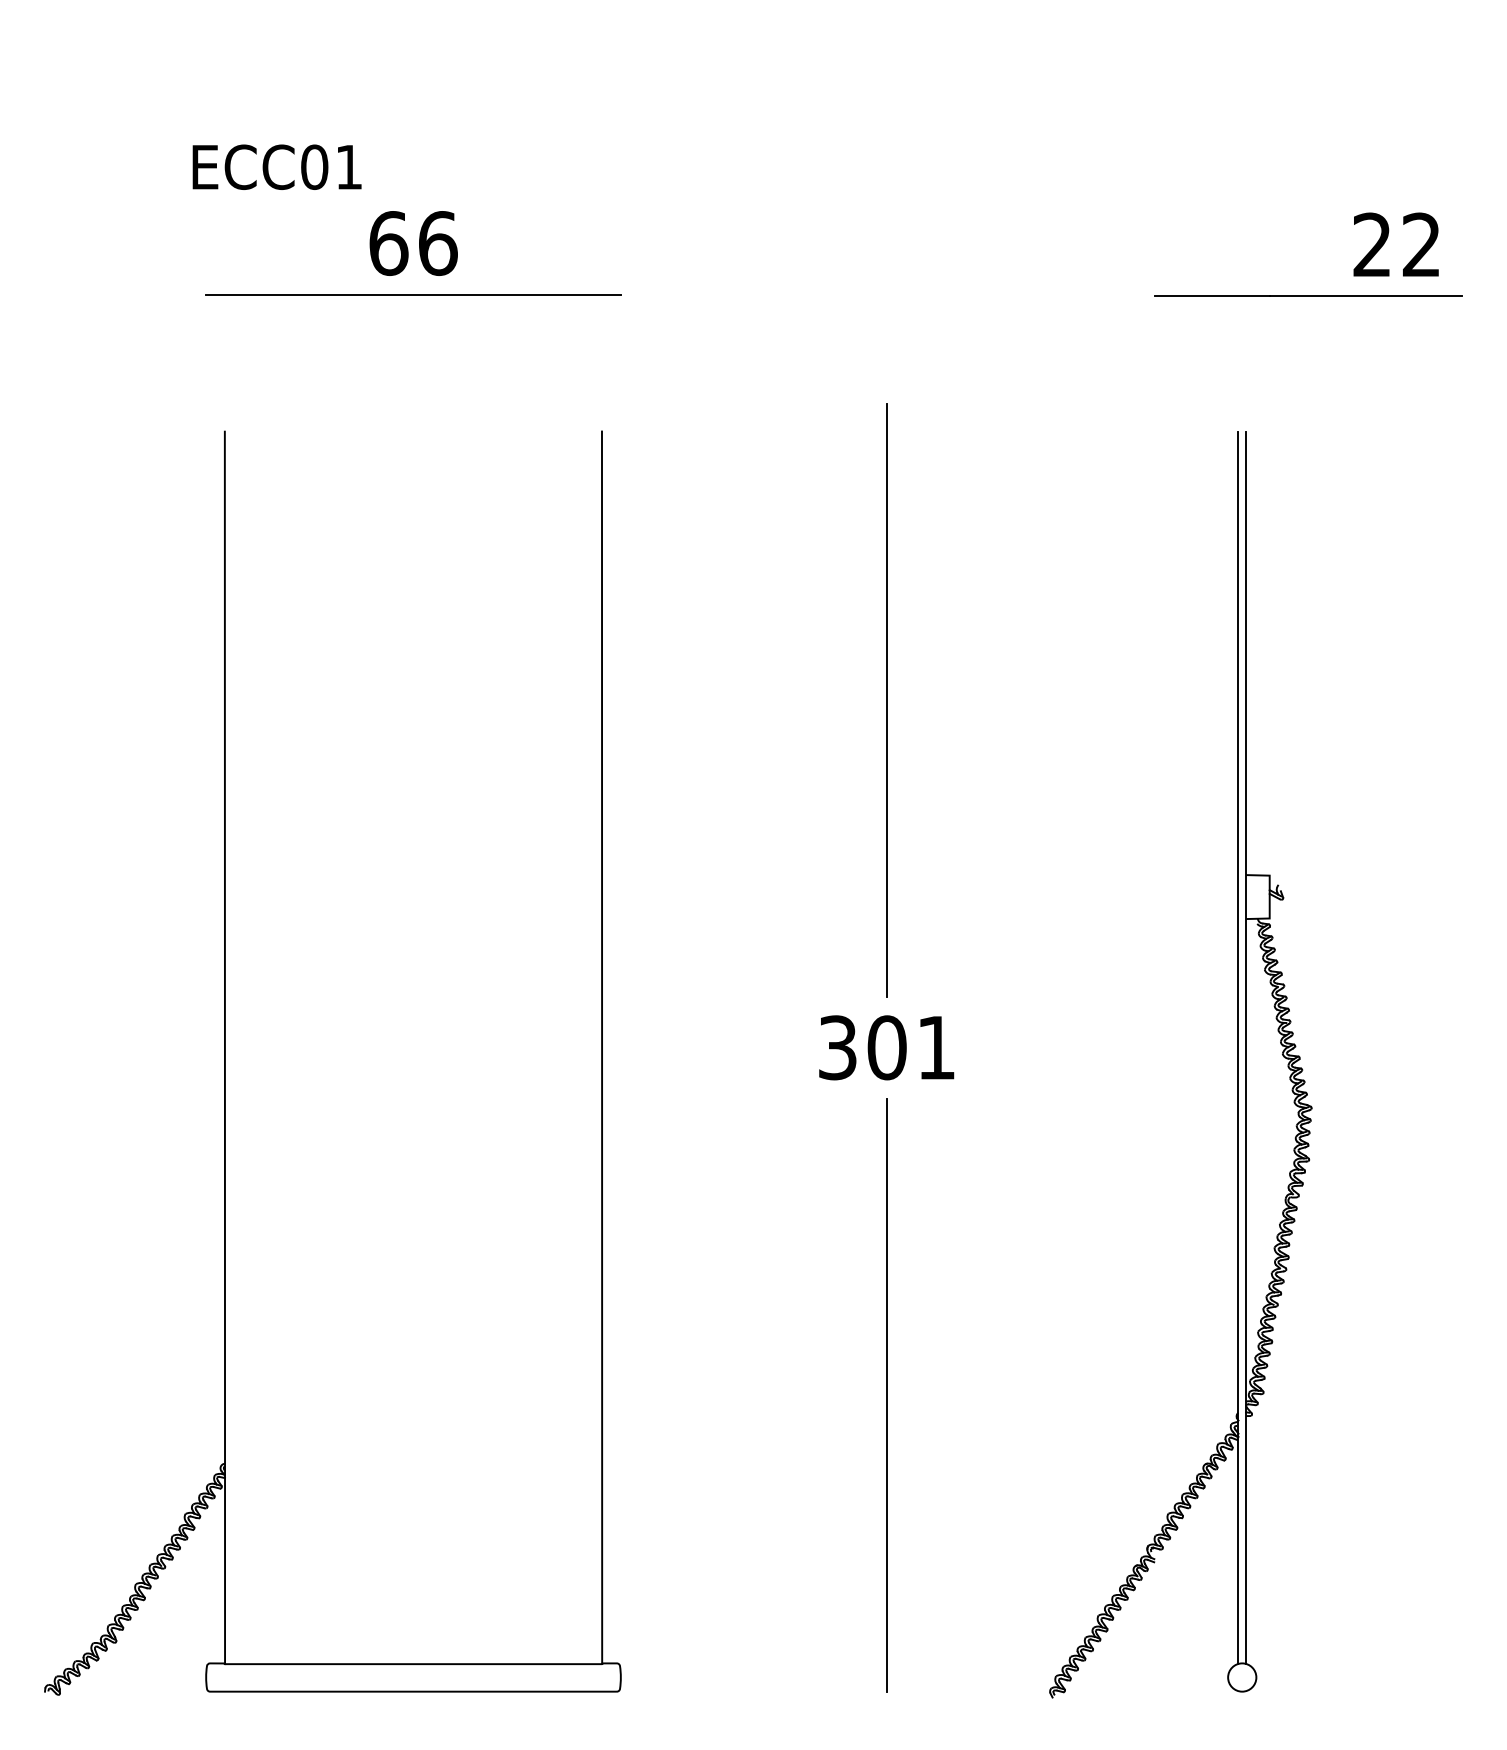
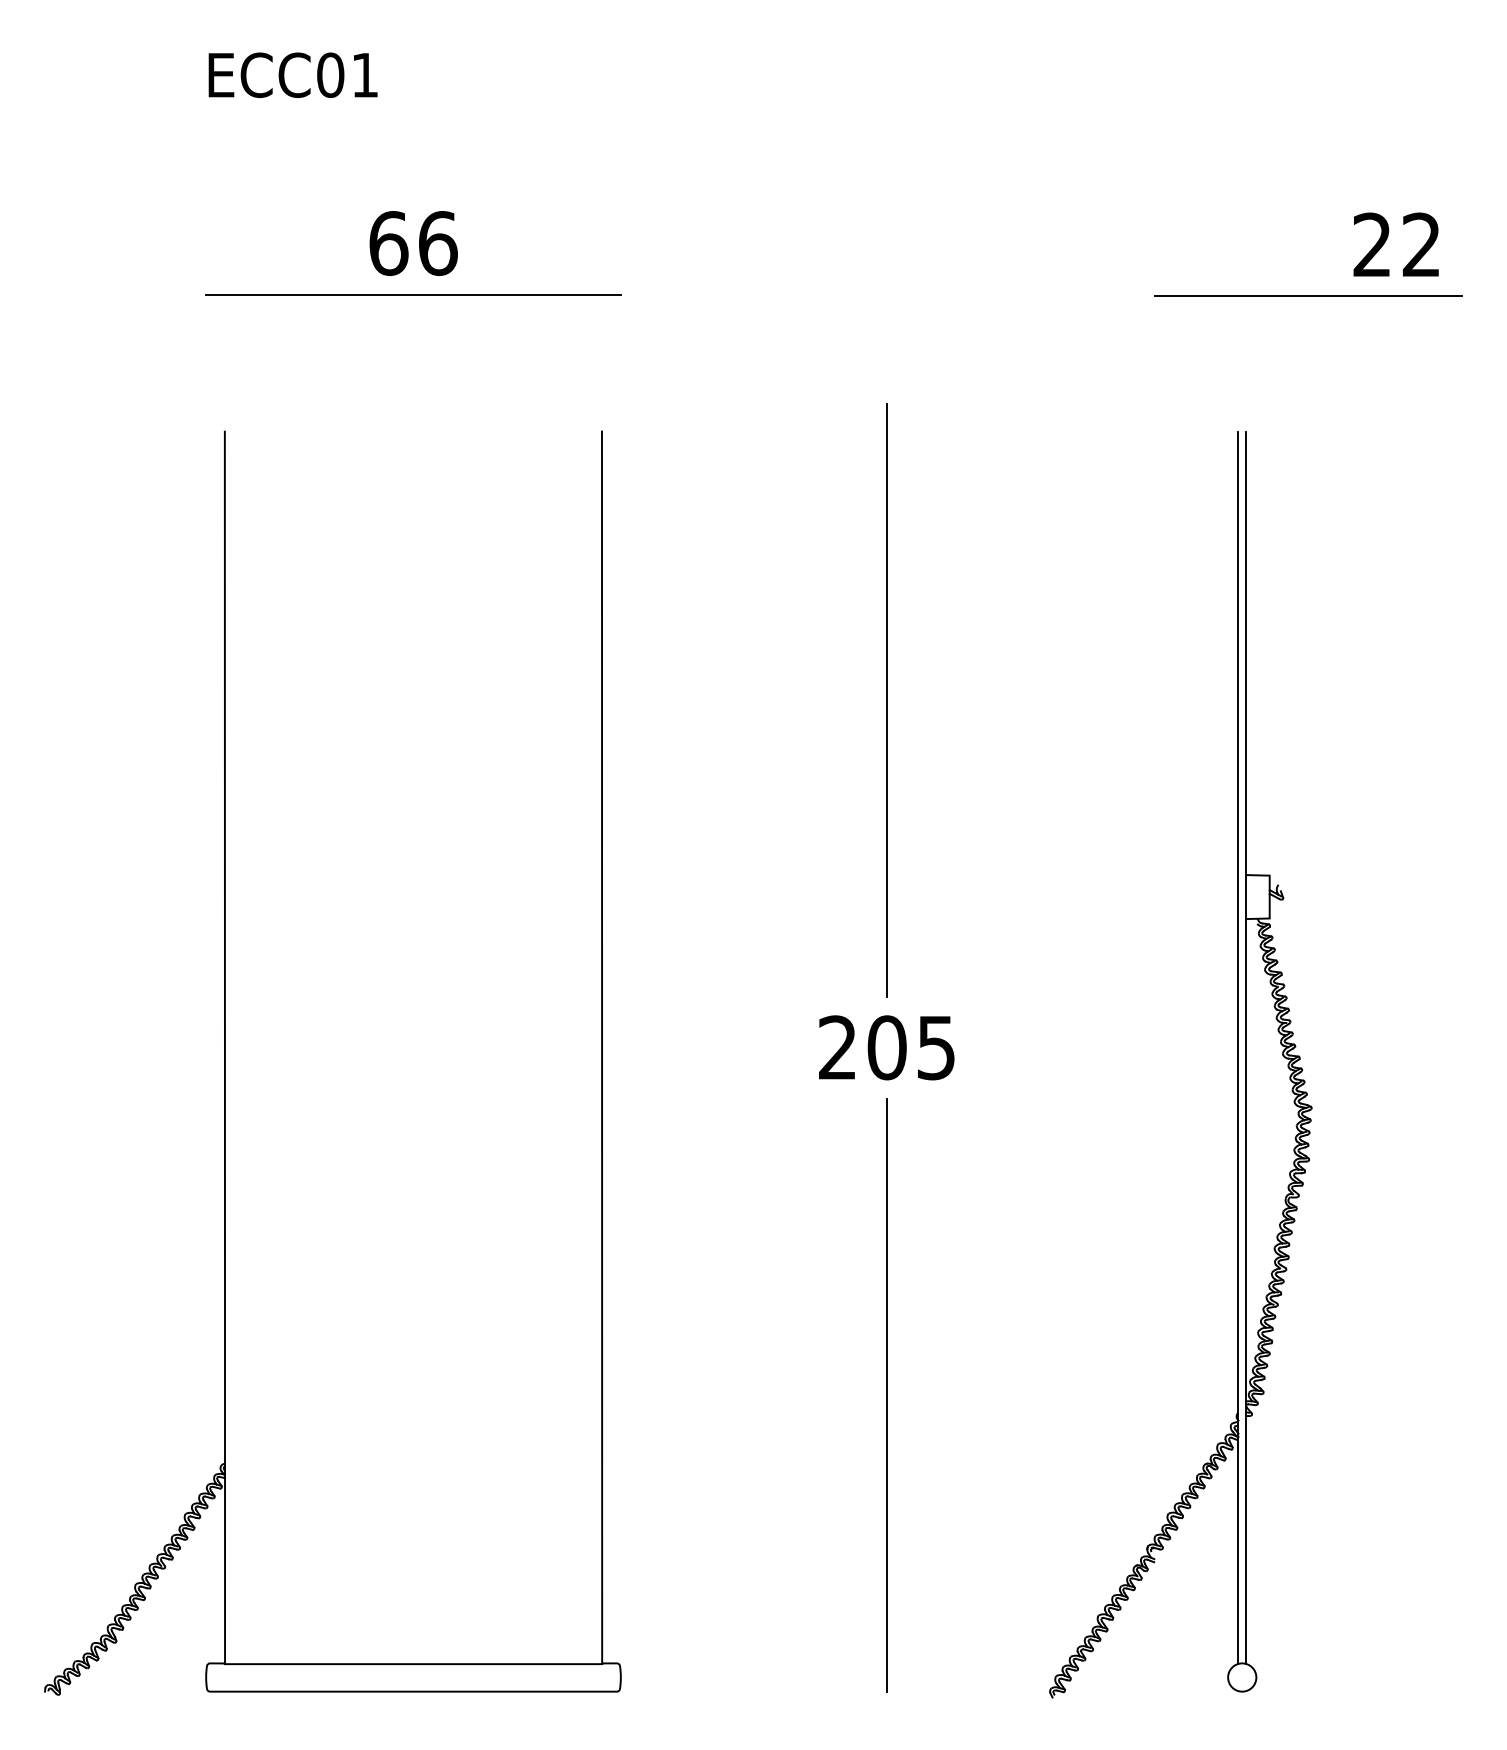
text at (276, 166) position: (276, 166) -> (292, 74)
text at (886, 1047): 301 -> 205
